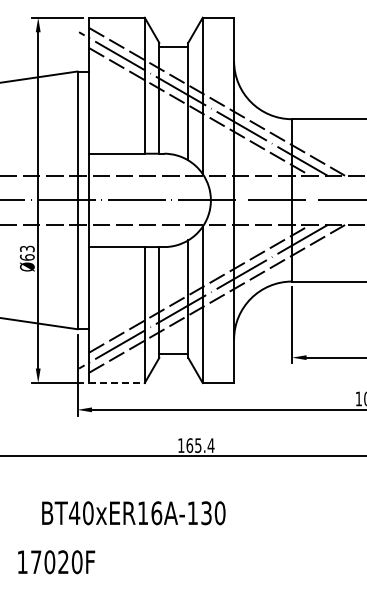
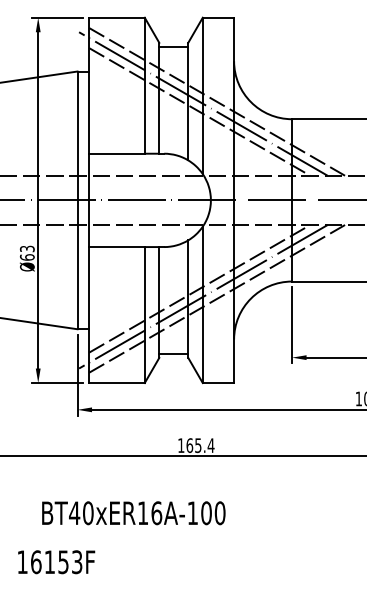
line at (116, 383): dashed -> solid
text at (206, 513): BT40xER16A-130 -> BT40xER16A-100
text at (56, 562): 17020F -> 16153F
